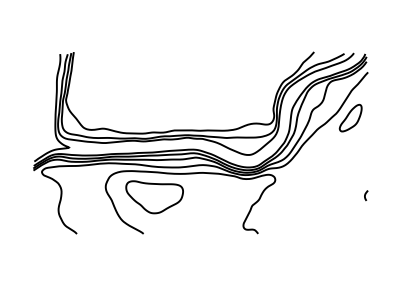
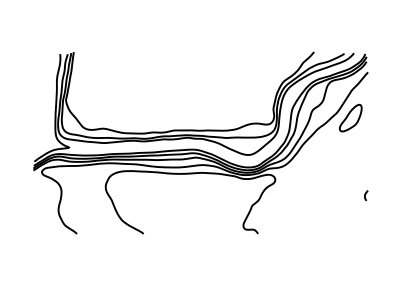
part at (154, 197): present -> none
